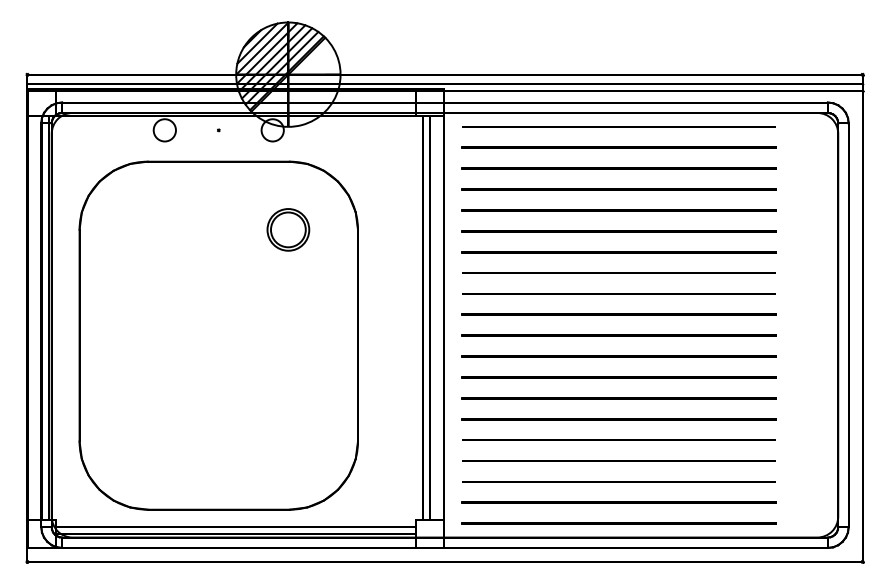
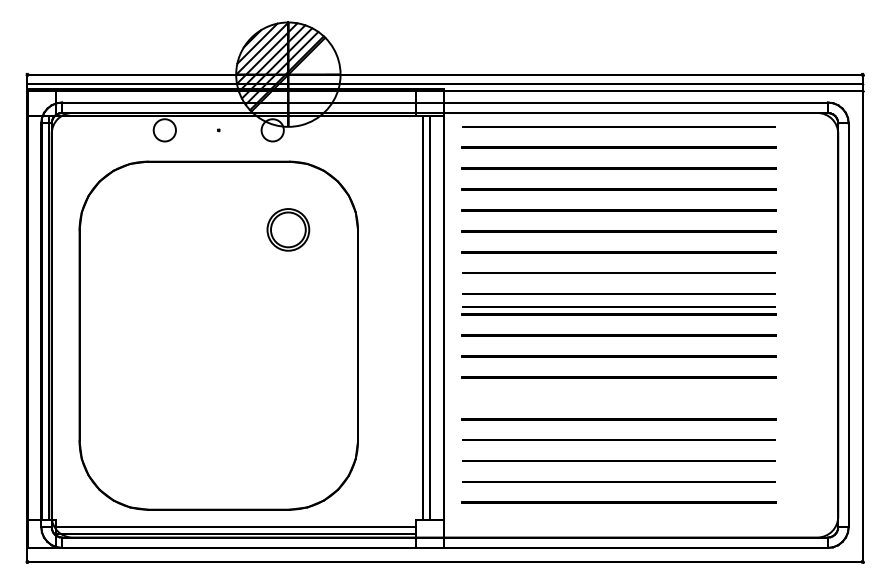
line at (618, 306): none -> present
line at (618, 398): present -> none
line at (618, 523): present -> none
